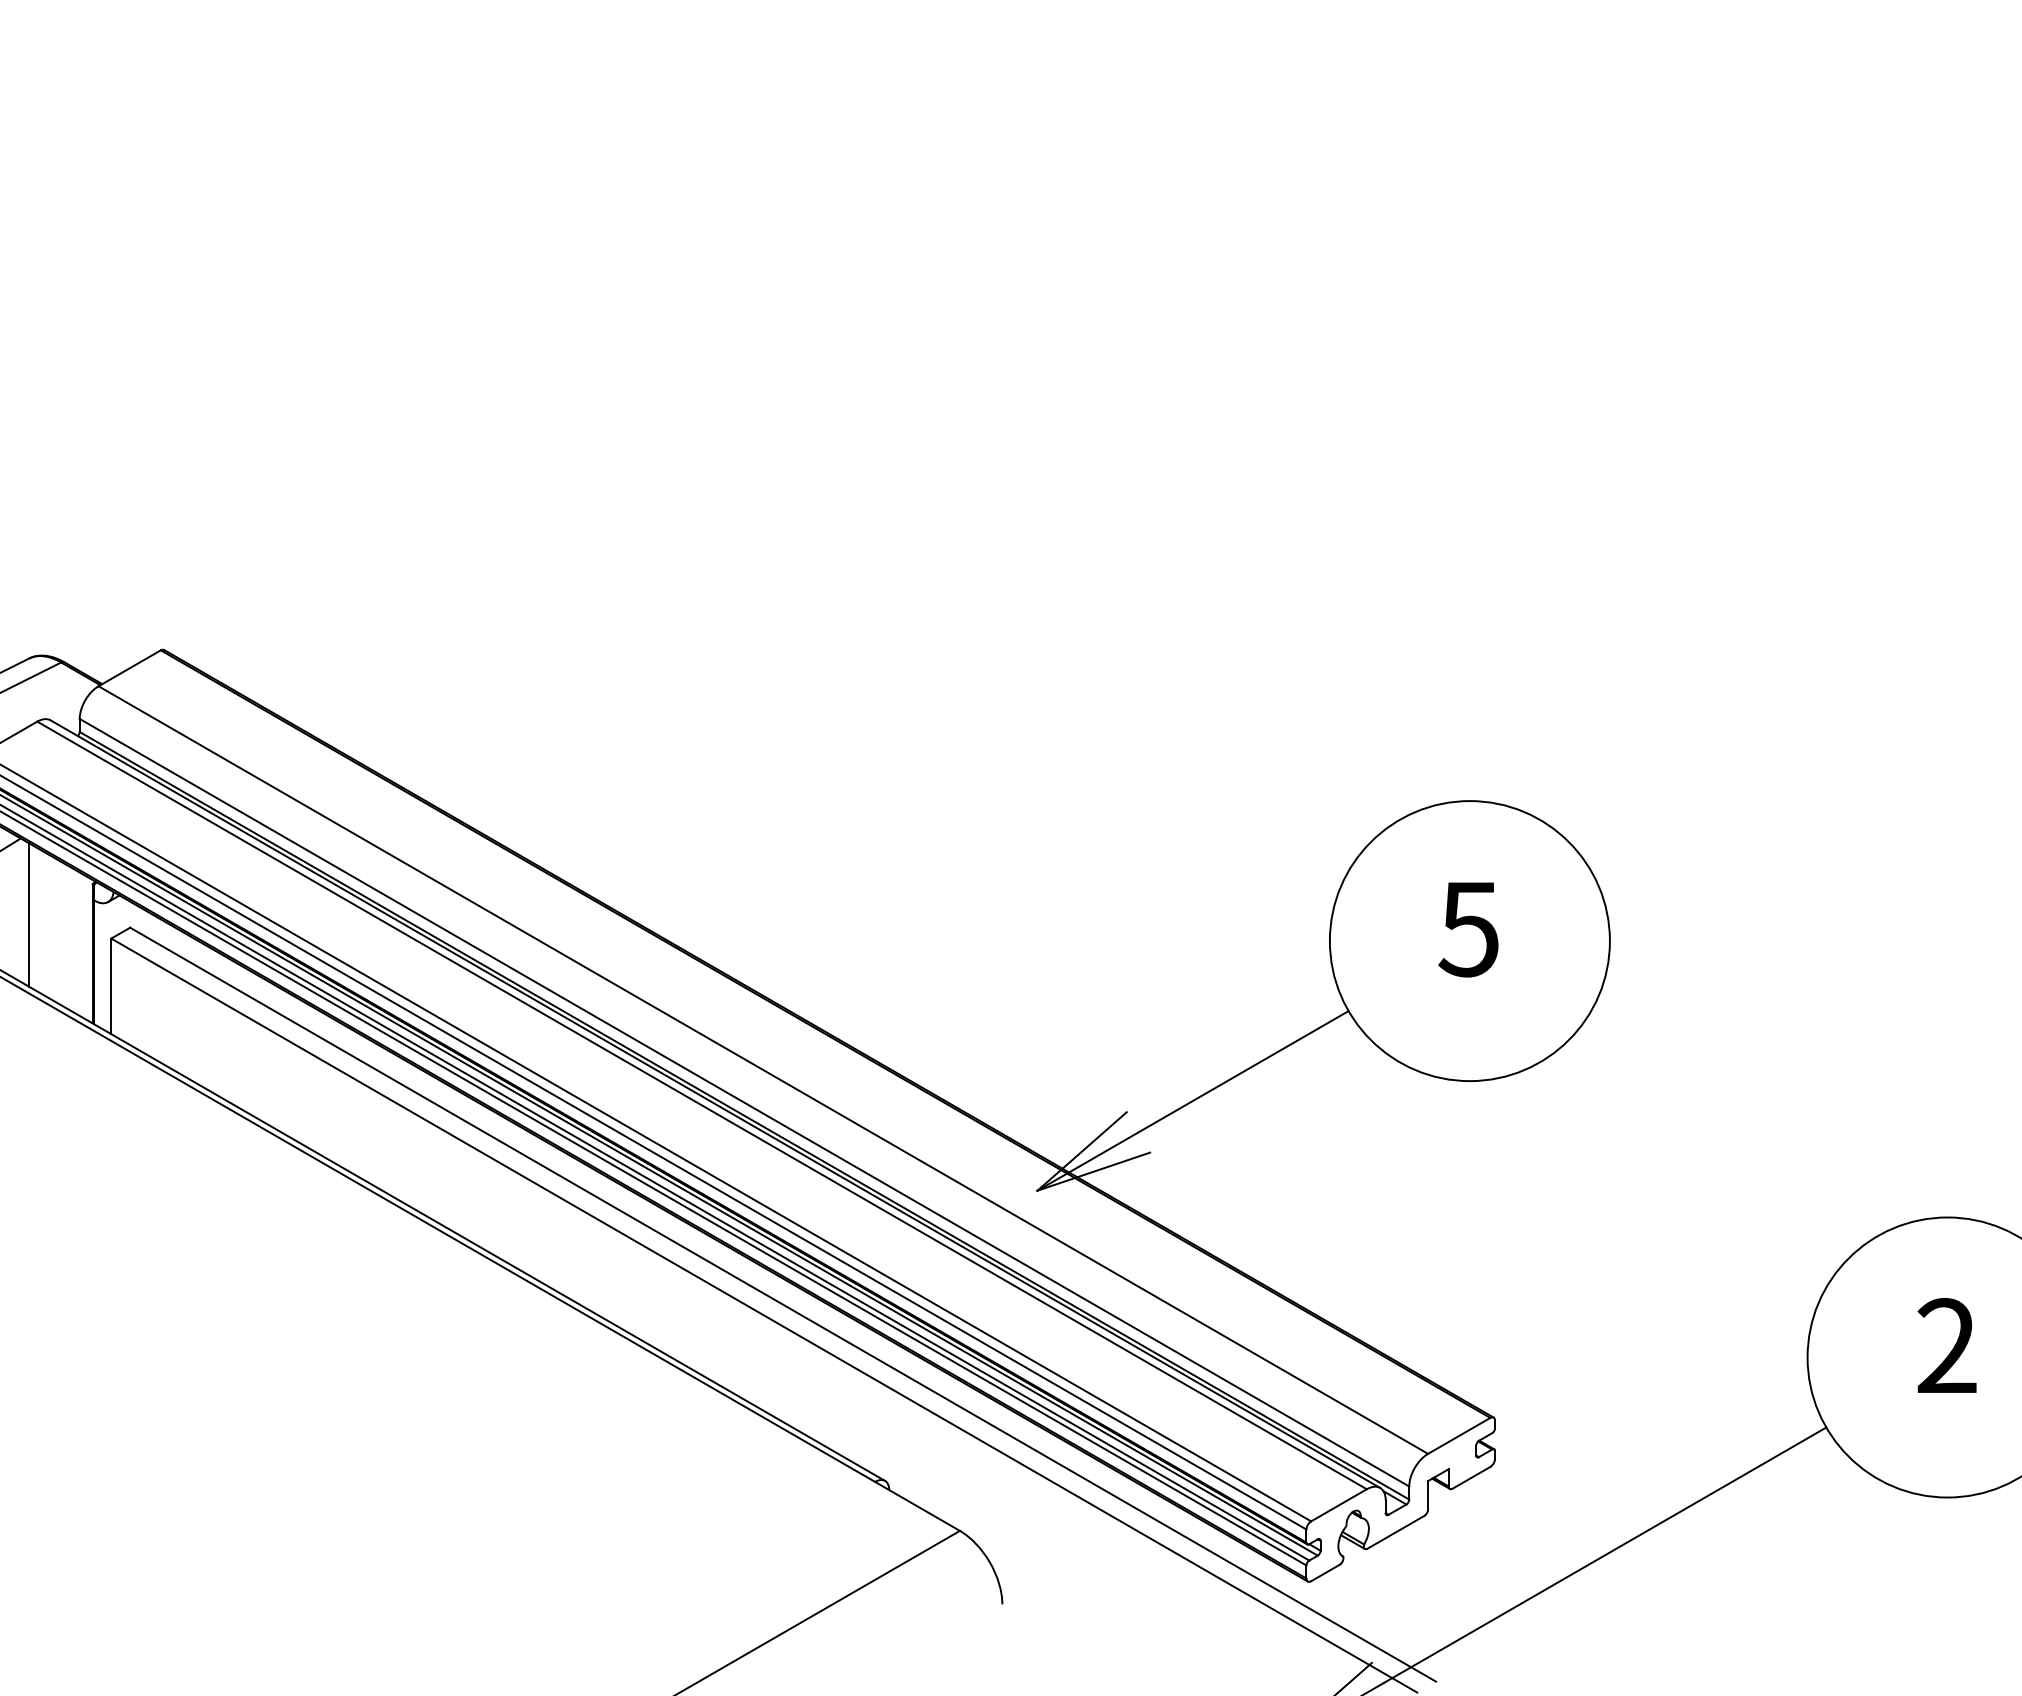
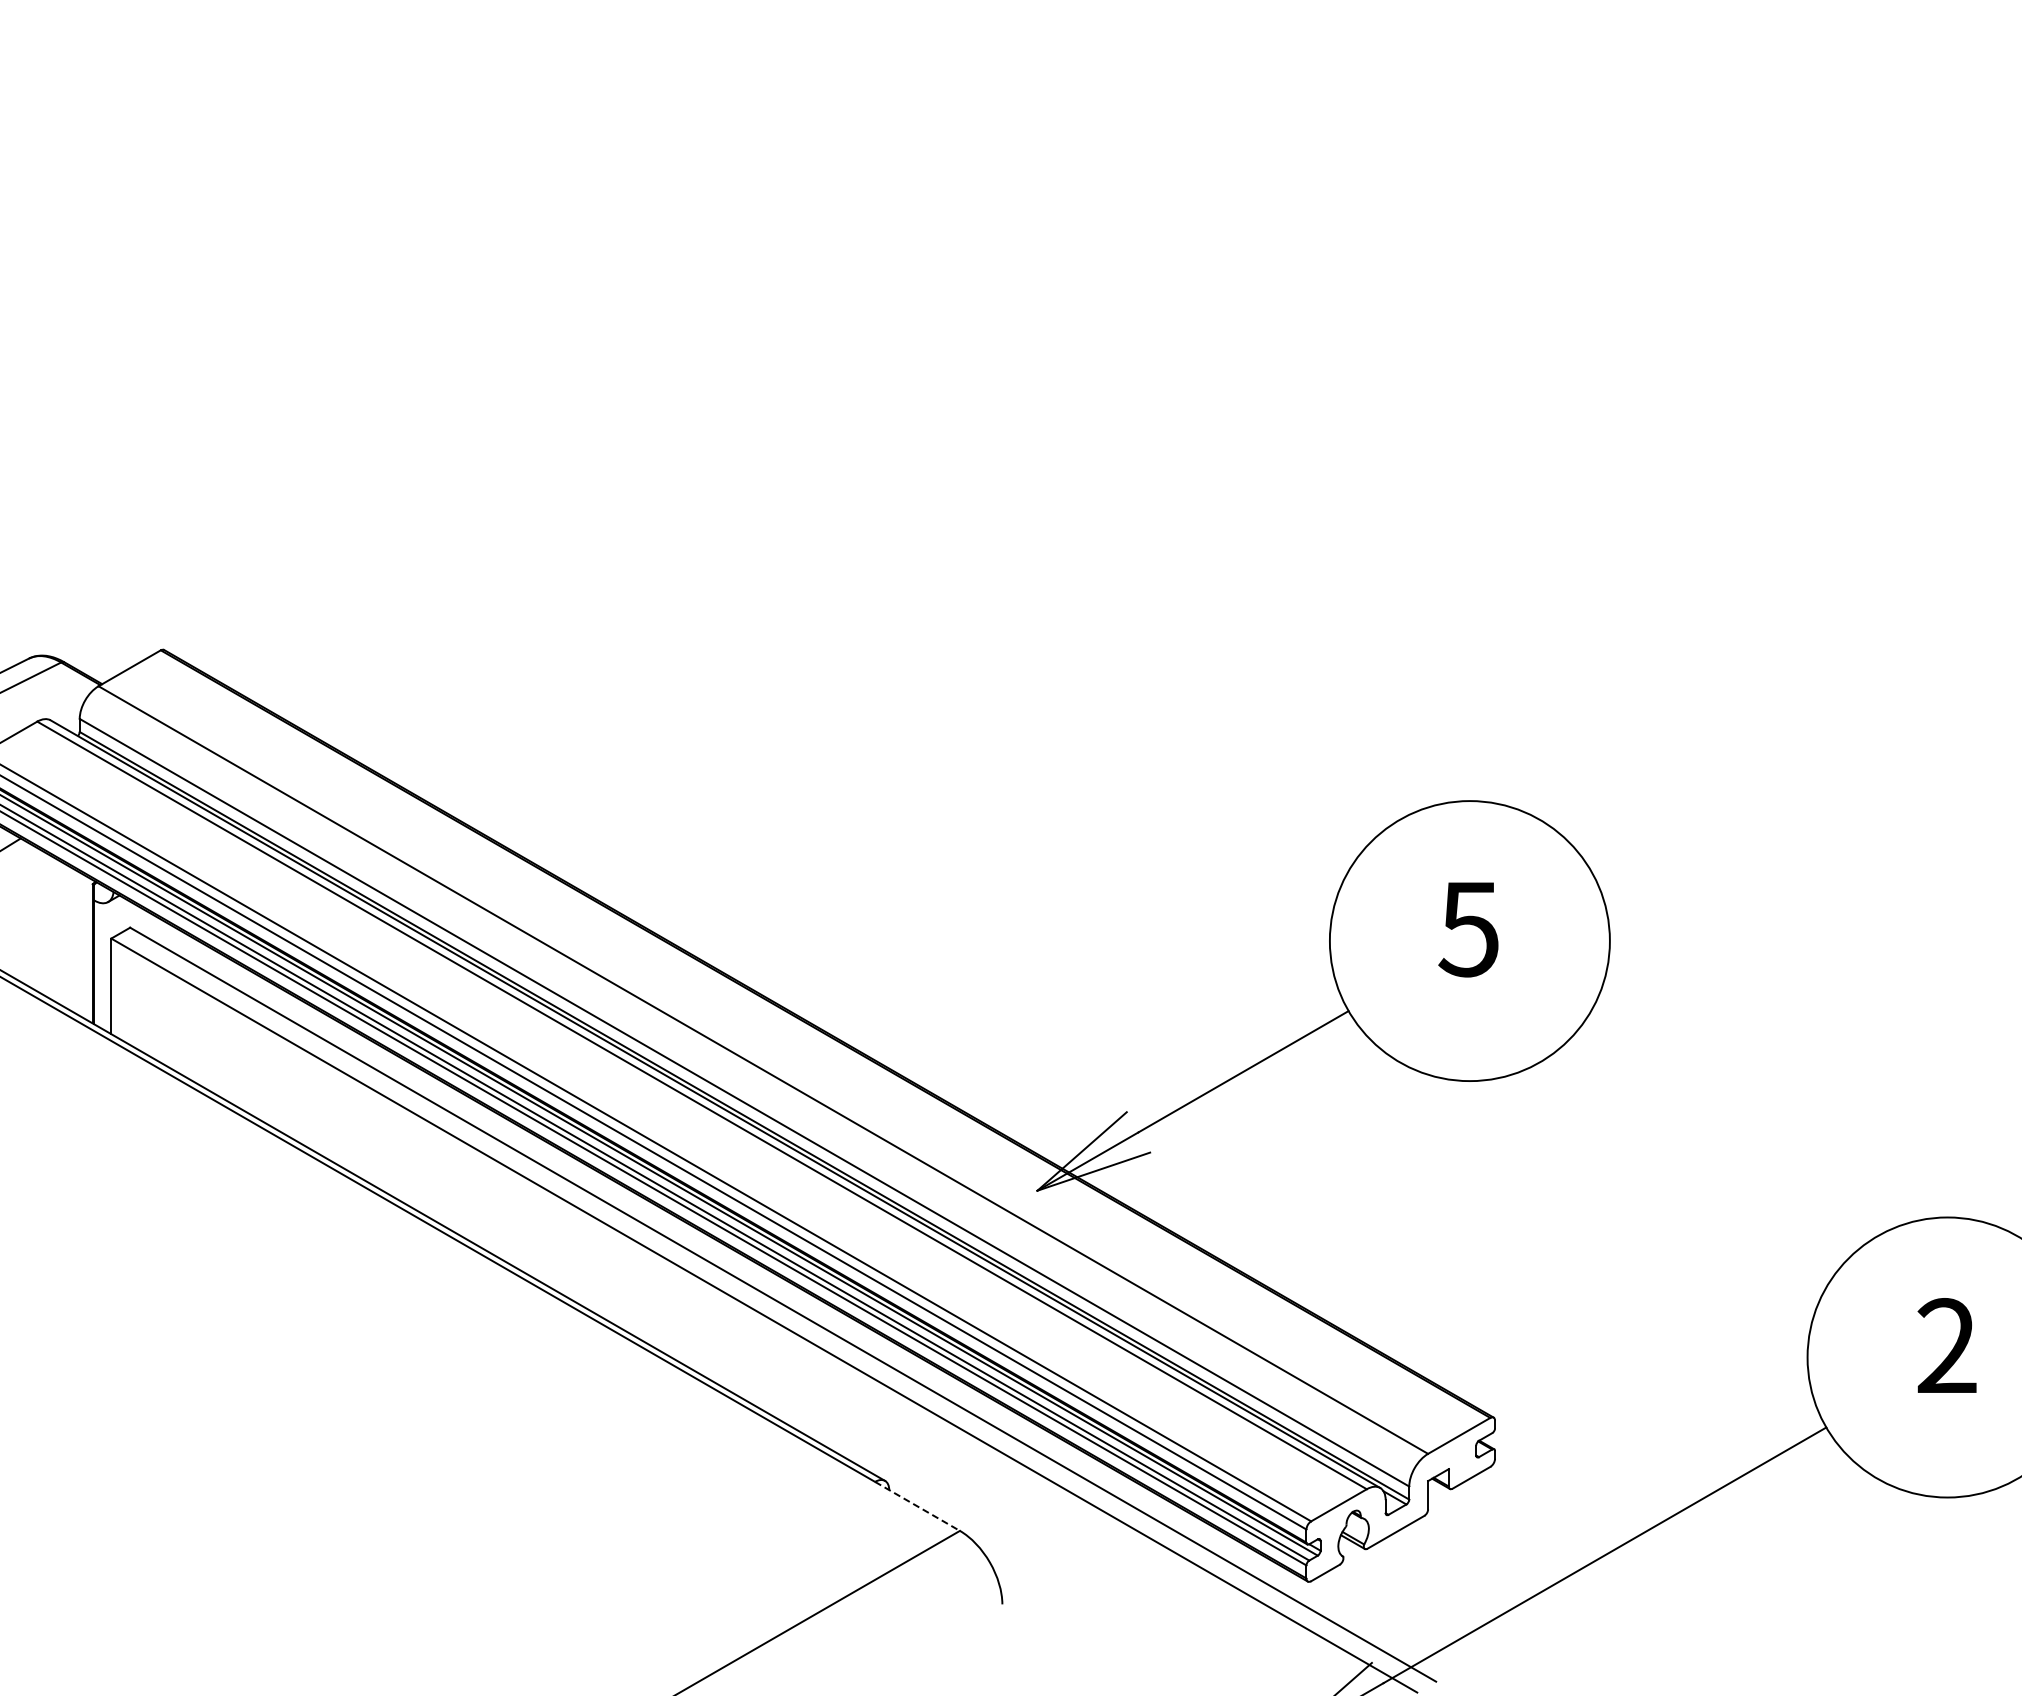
line at (28, 914): present -> none
line at (917, 1506): solid -> dashed
